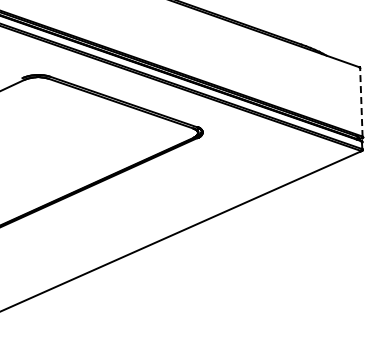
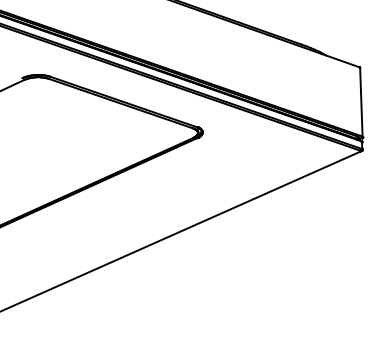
line at (361, 102): dashed -> solid
